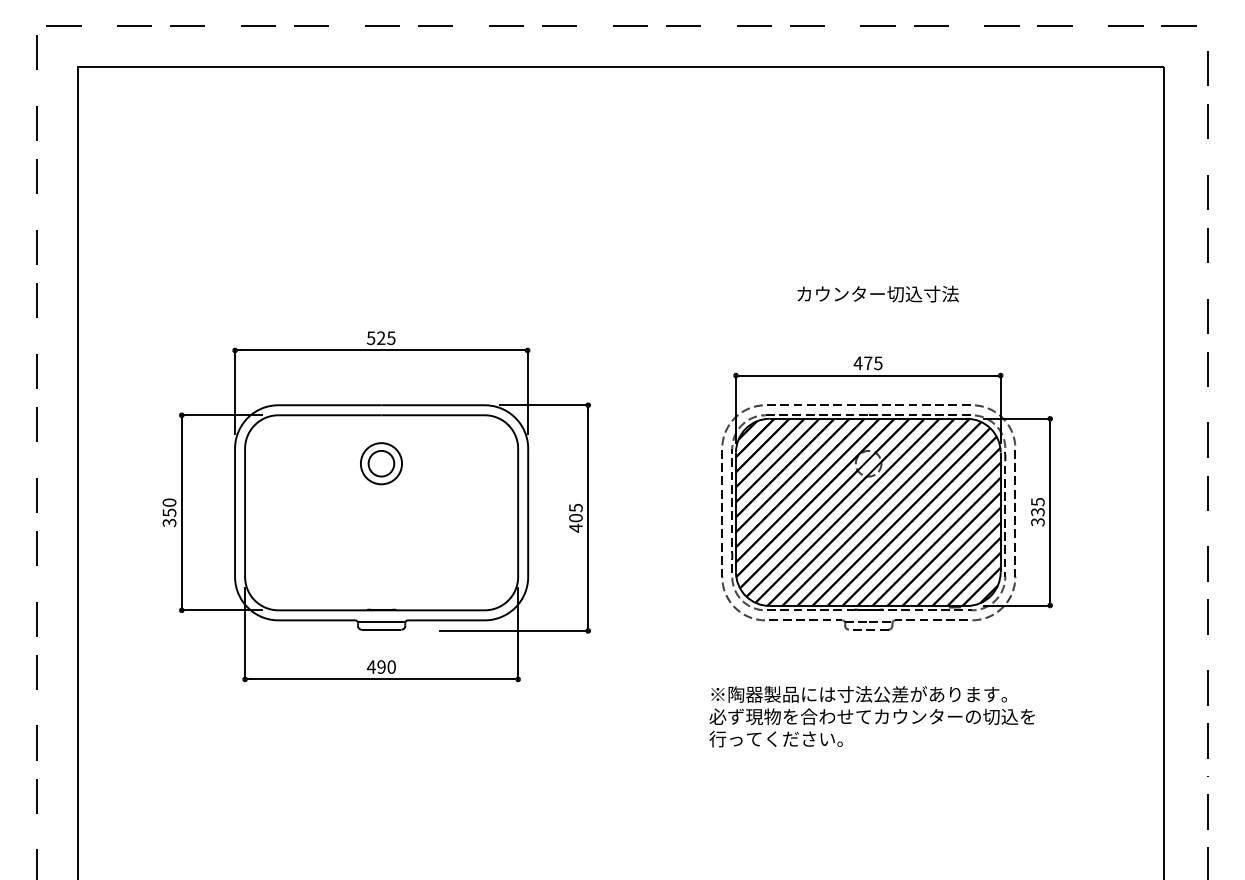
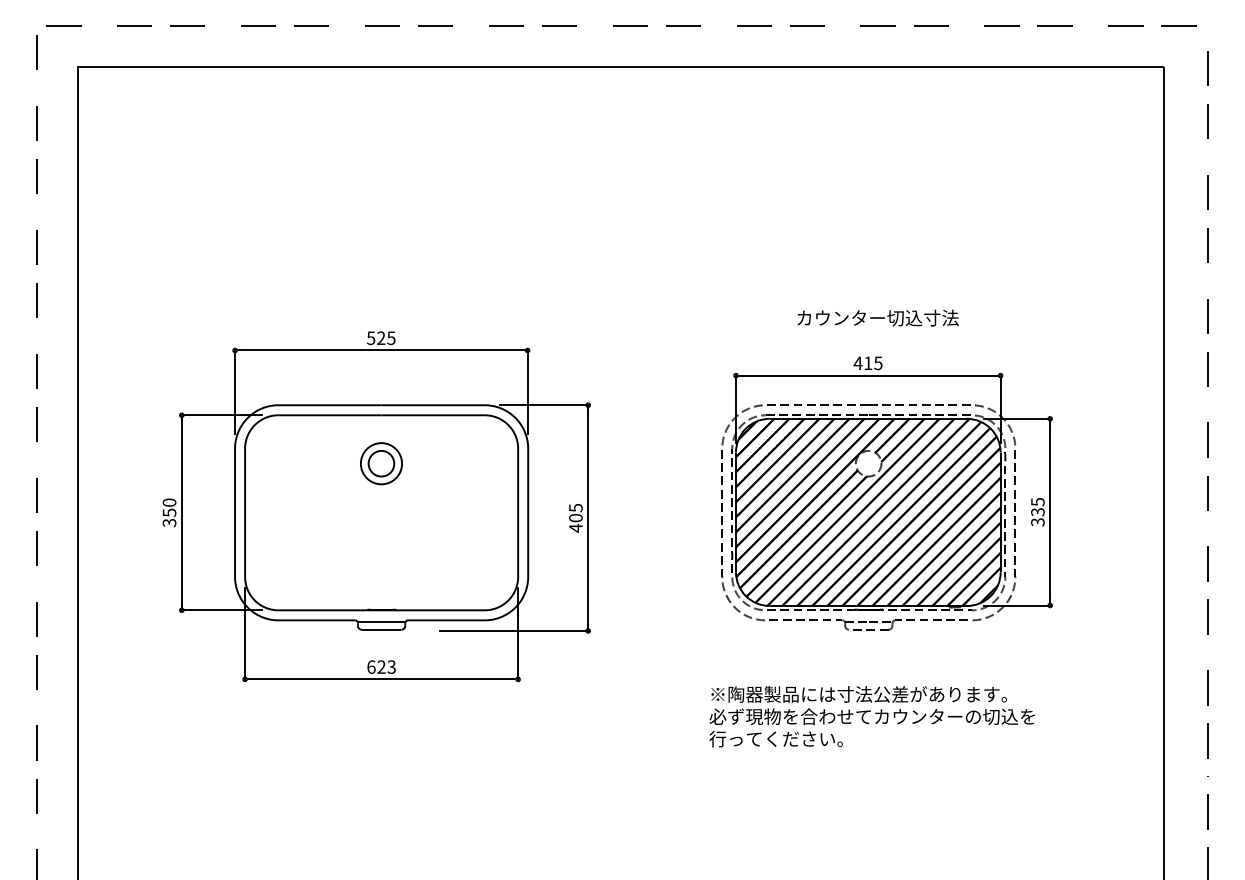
text at (877, 293) position: (877, 293) -> (877, 317)
text at (868, 362): 475 -> 415
hatch at (869, 464): present -> none
text at (380, 666): 490 -> 623
